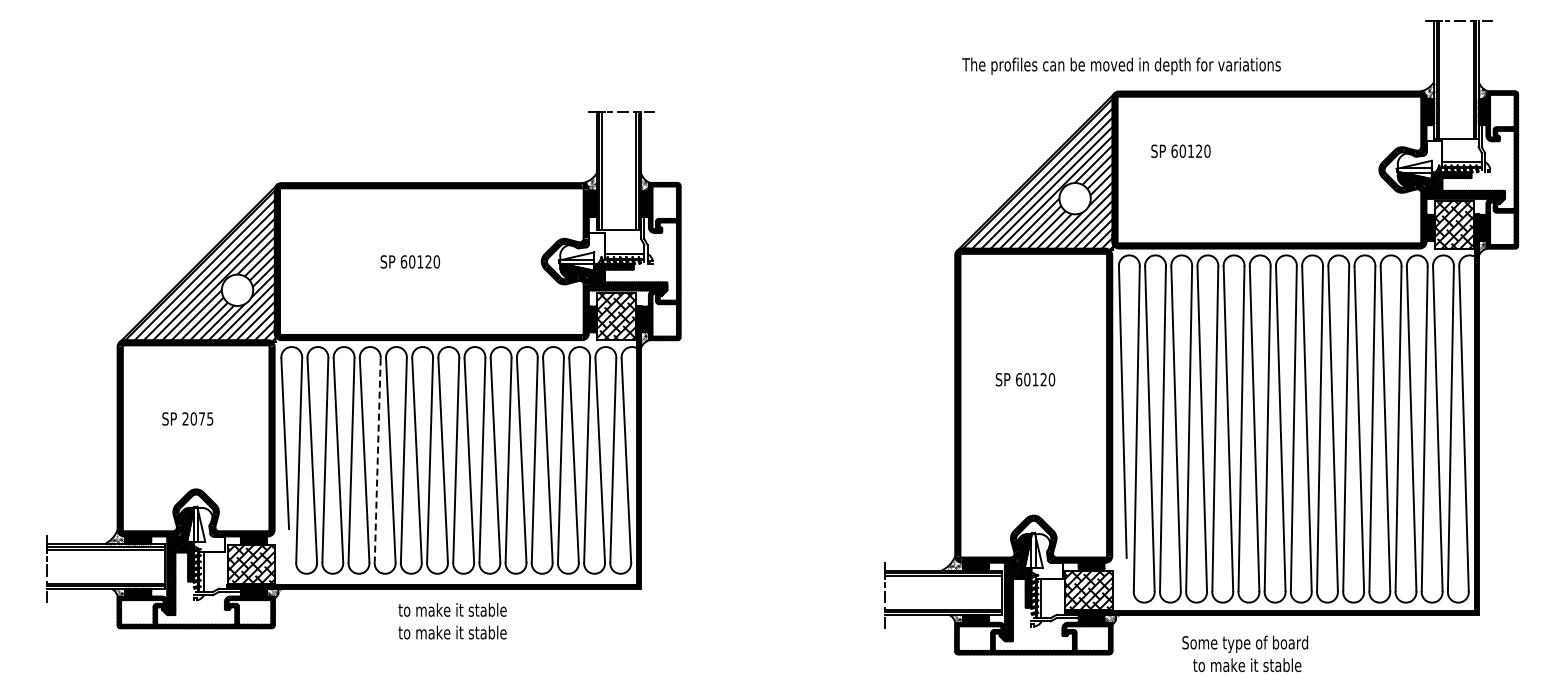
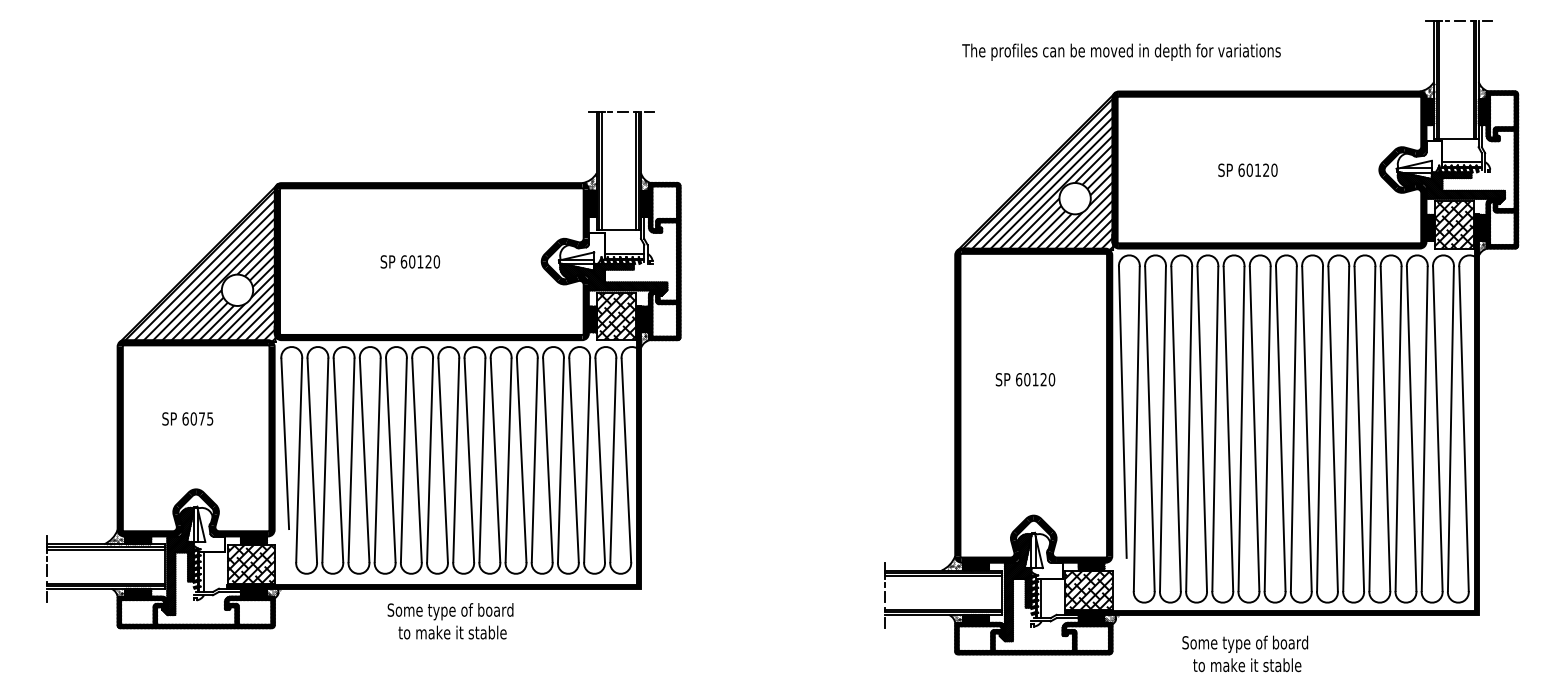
text at (1121, 65) position: (1121, 65) -> (1121, 51)
text at (1180, 150) position: (1180, 150) -> (1247, 169)
text at (185, 418): 2075 -> 6075
line at (377, 460): dashed -> solid
text at (450, 611): to make it stable -> Some type of board
